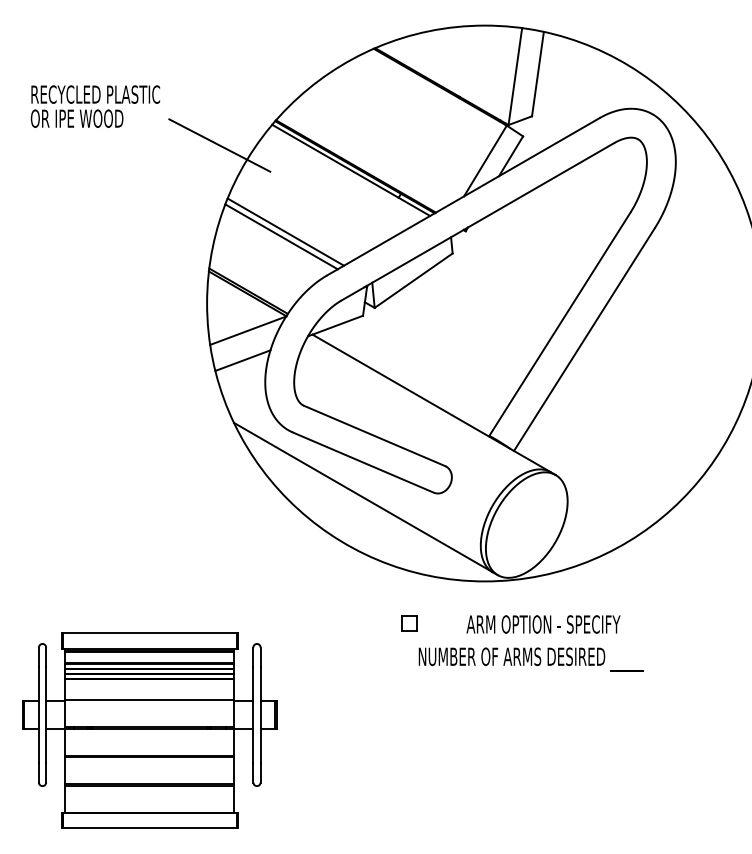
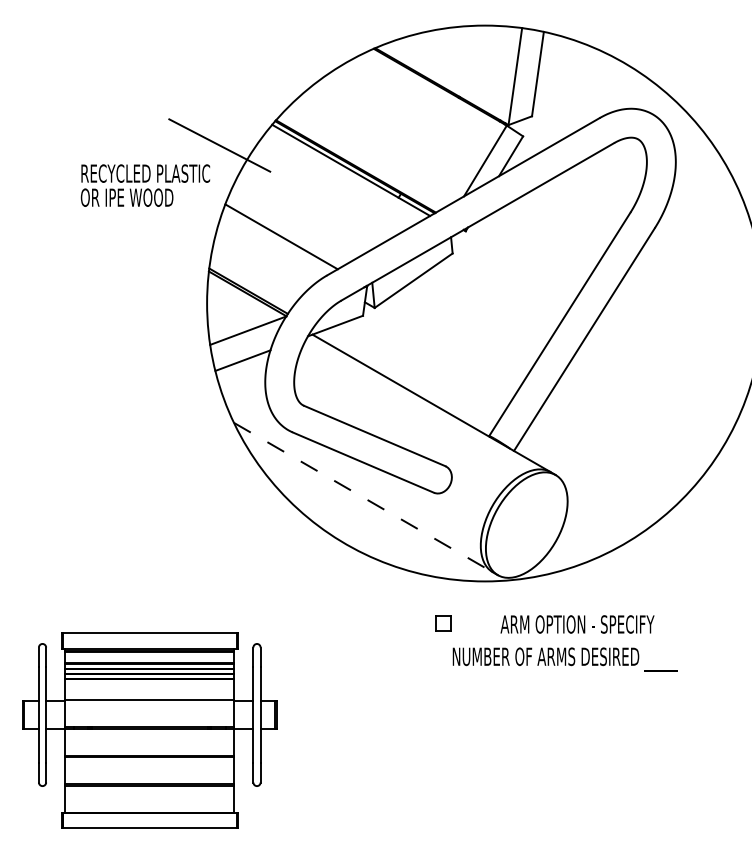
text at (95, 106) position: (95, 106) -> (145, 185)
line at (285, 231): present -> none
line at (363, 497): solid -> dashed
part at (522, 643) position: (522, 643) -> (556, 643)
